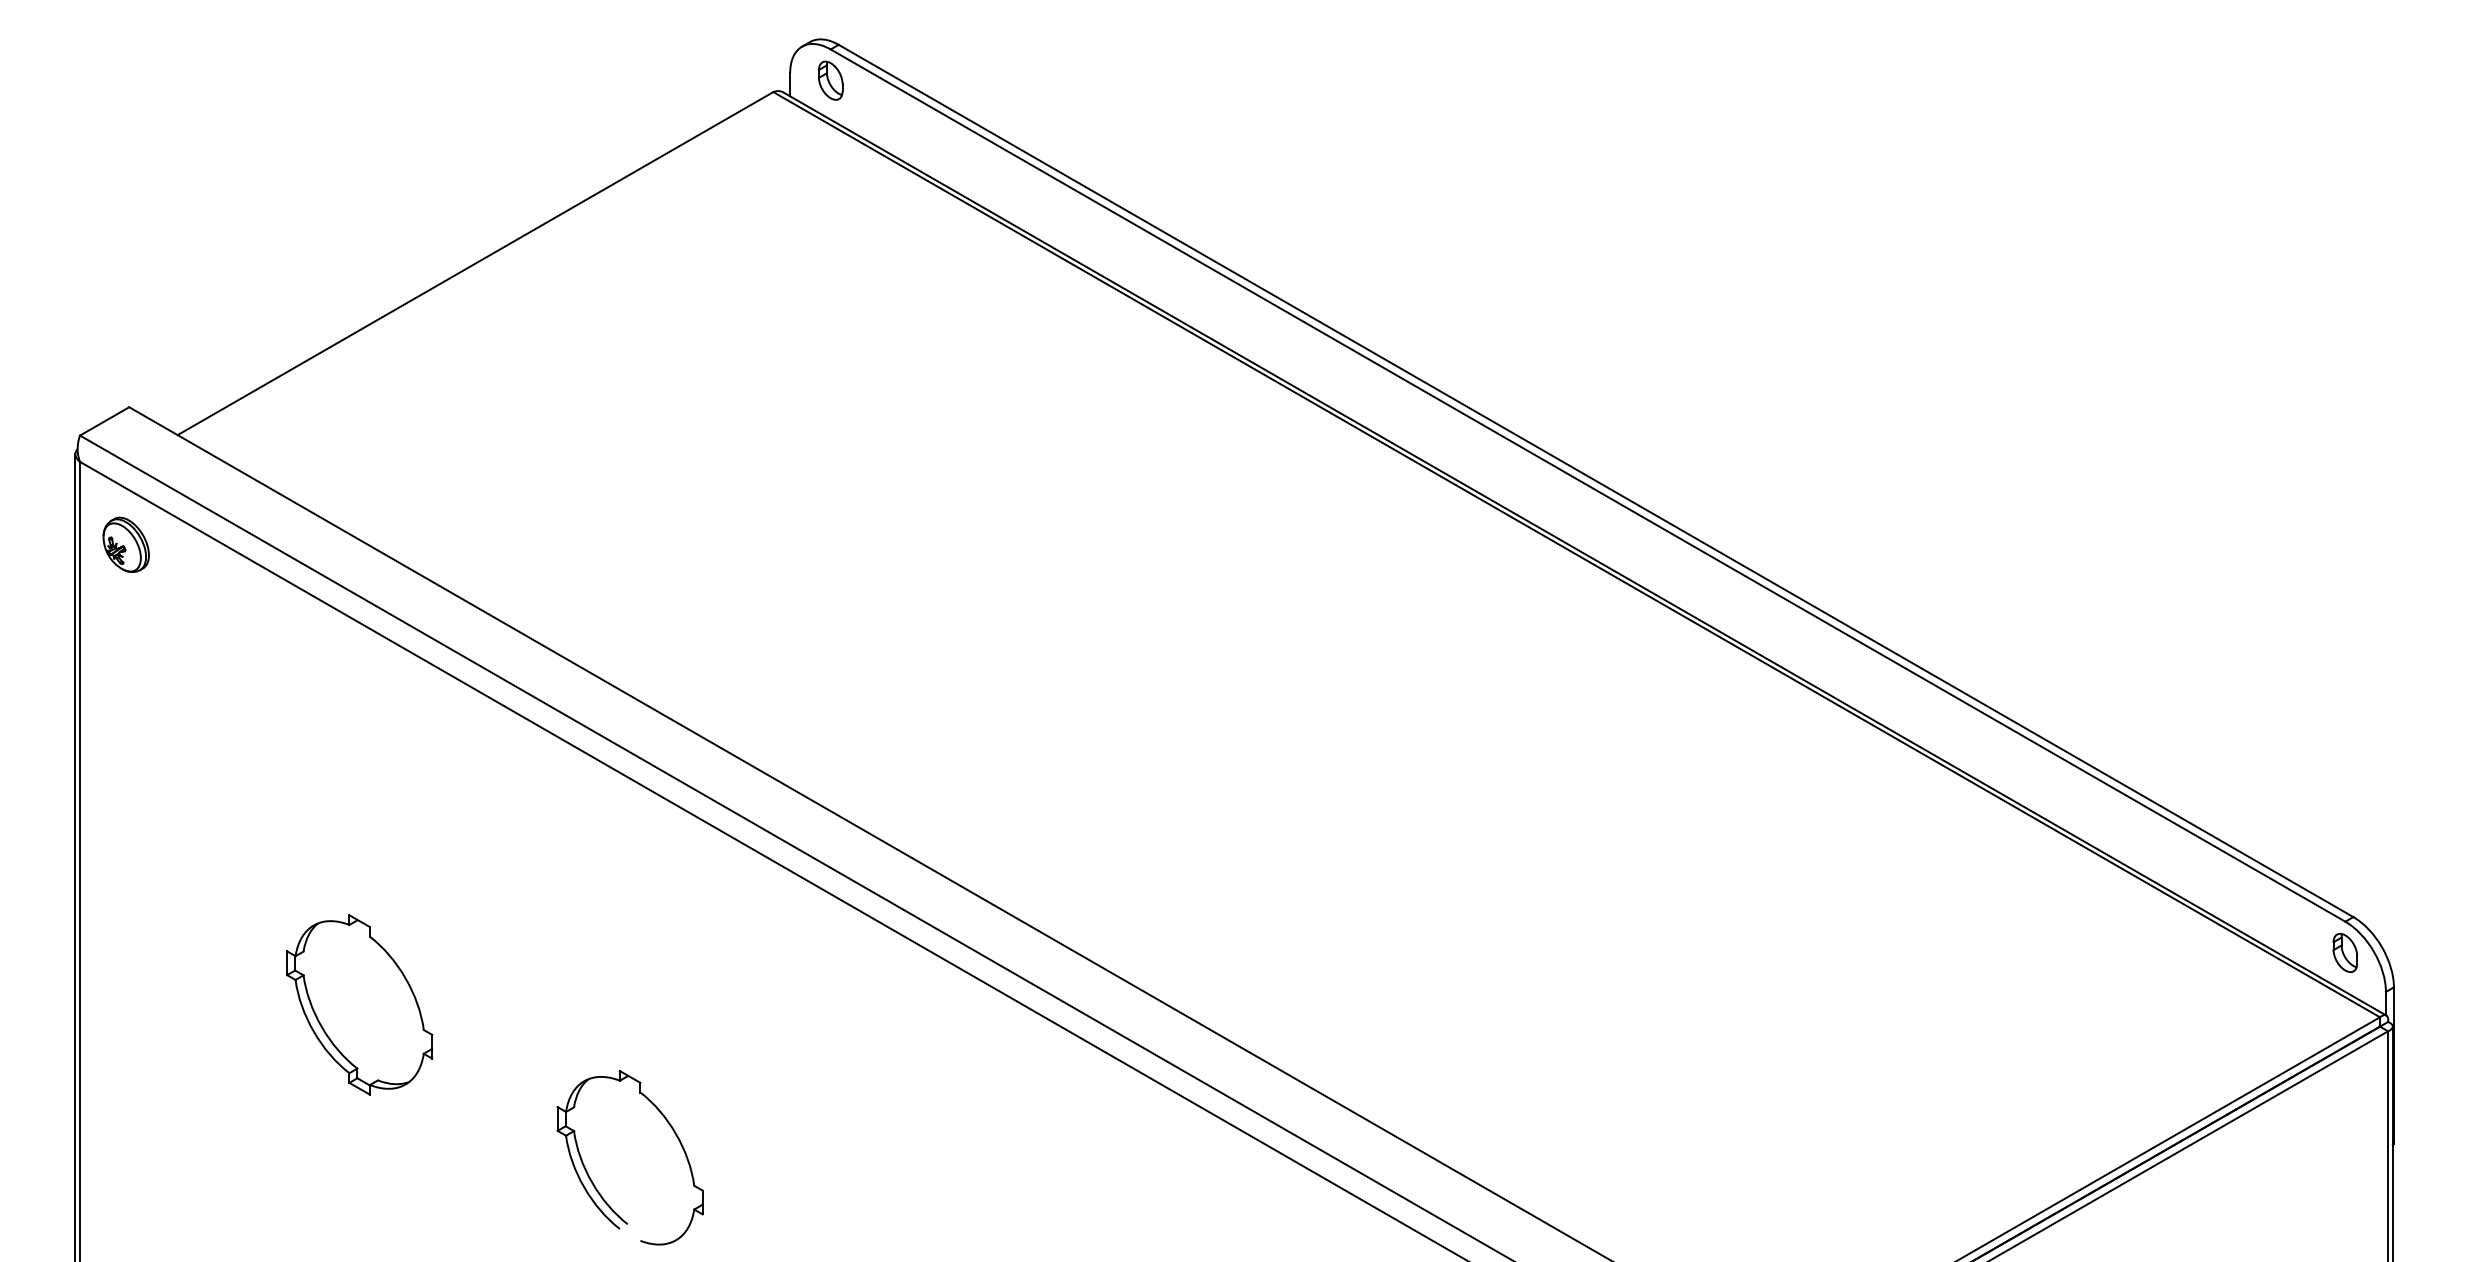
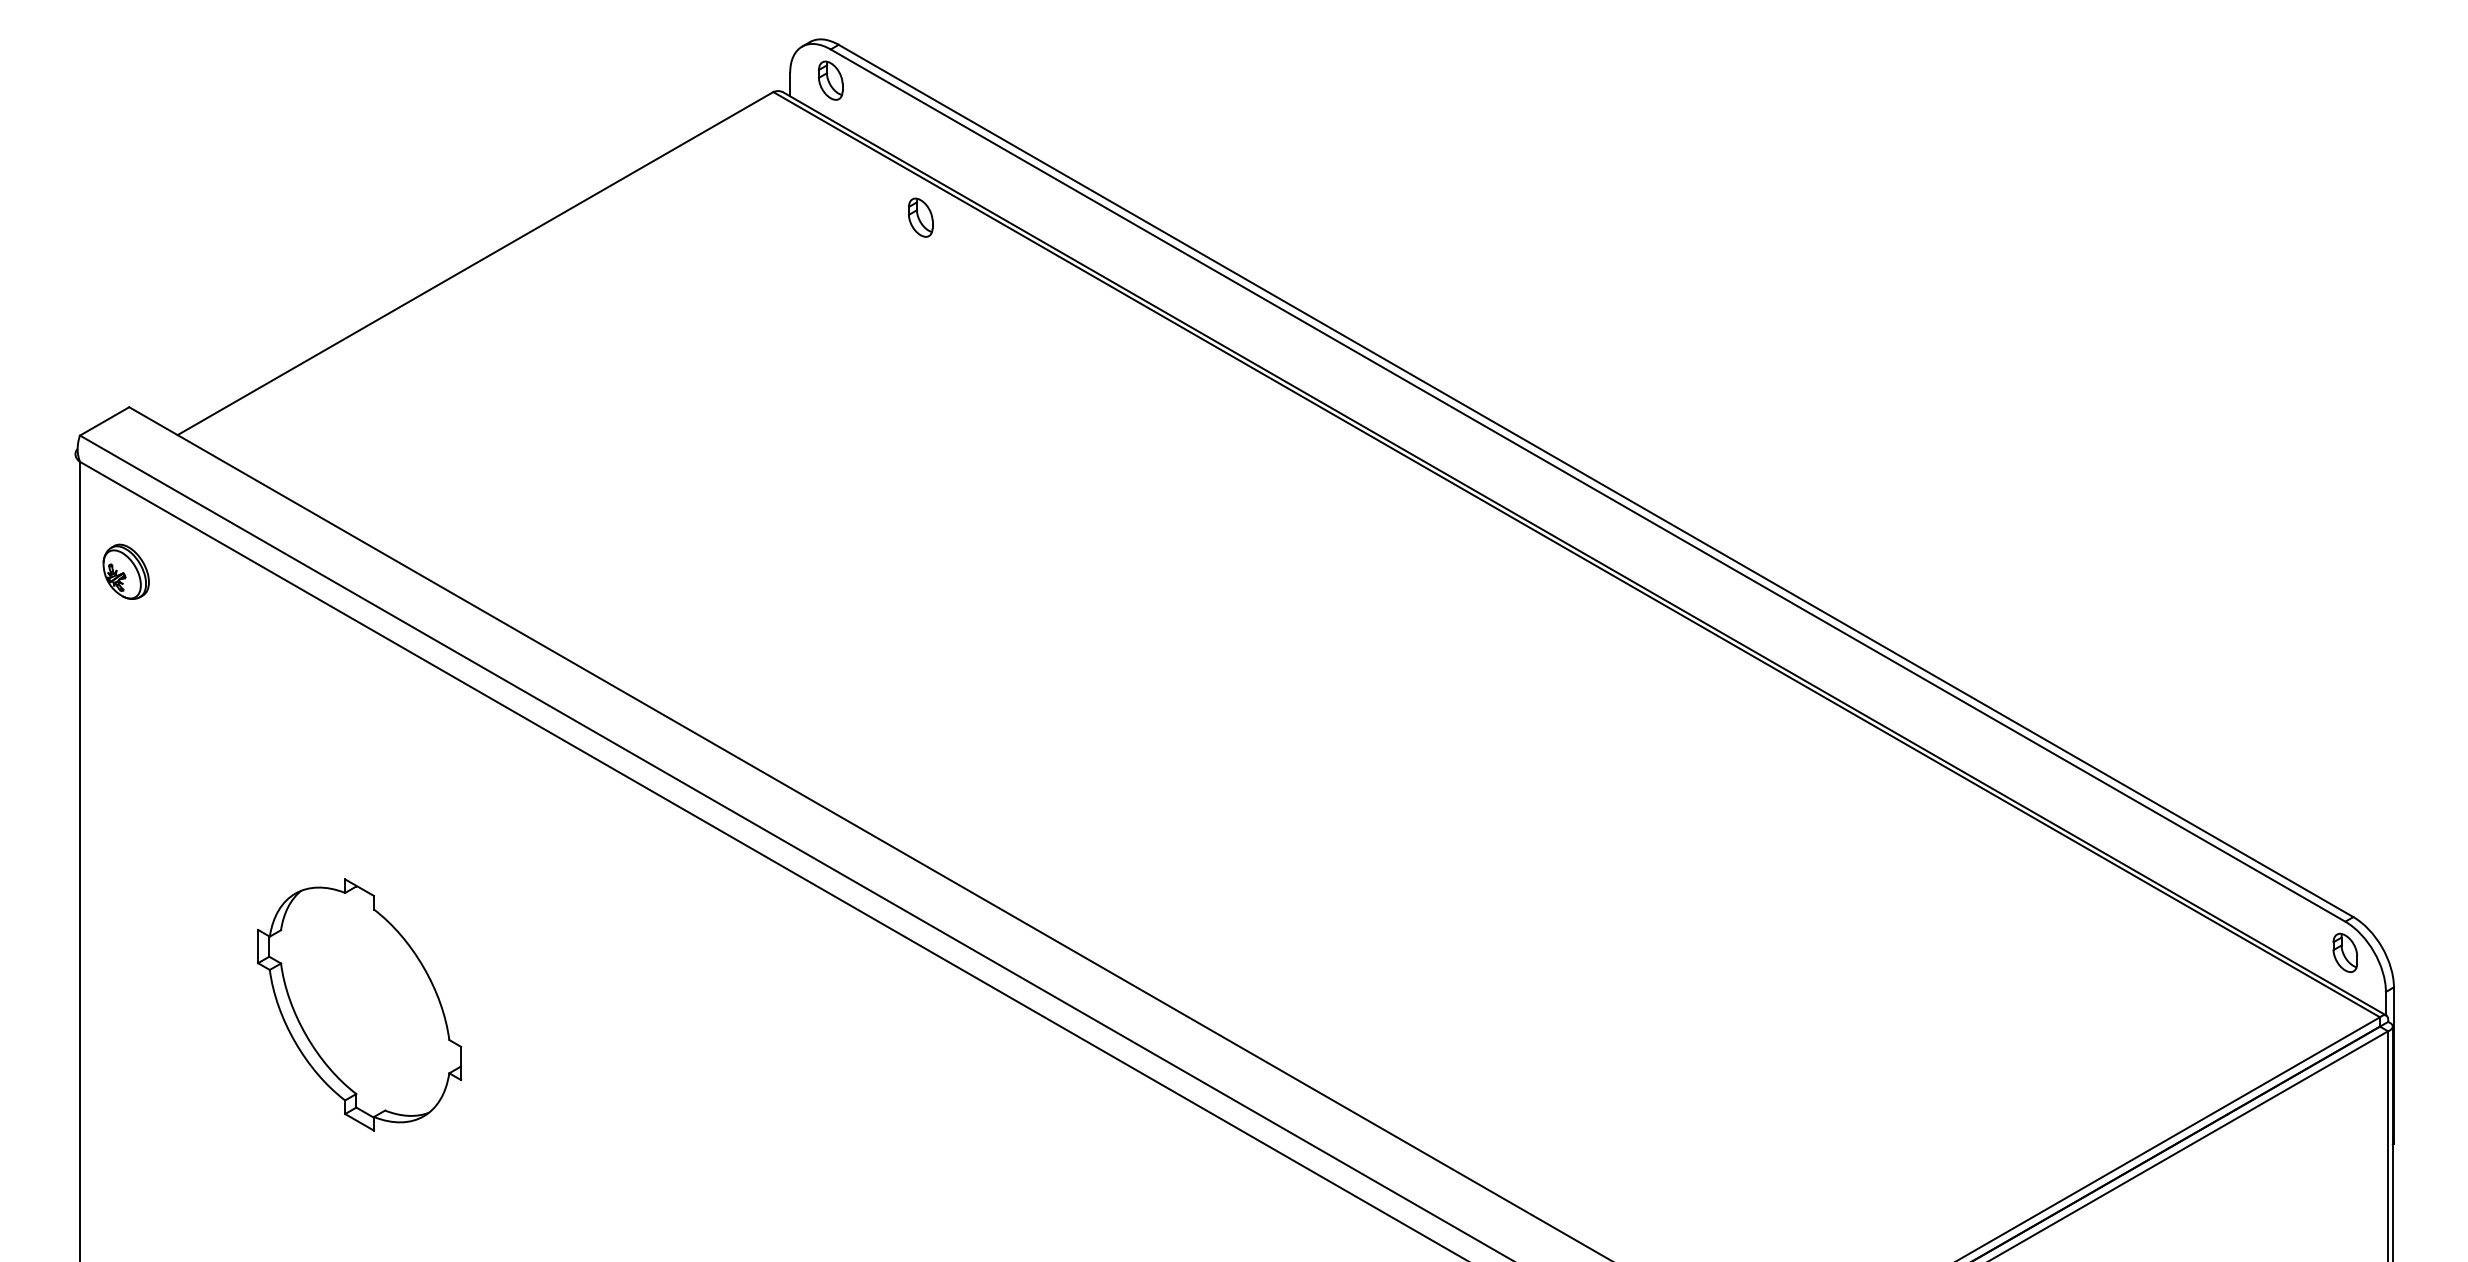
part at (920, 217): none -> present
part at (125, 544) position: (125, 544) -> (125, 571)
line at (75, 856): present -> none
part at (359, 1004) size: 148x182 px -> 206x254 px
part at (592, 1180): present -> none
